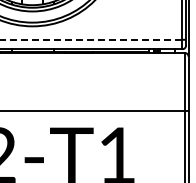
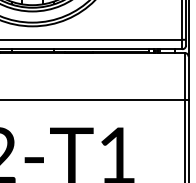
line at (91, 39): dashed -> solid
line at (95, 110) position: (95, 110) -> (95, 99)
